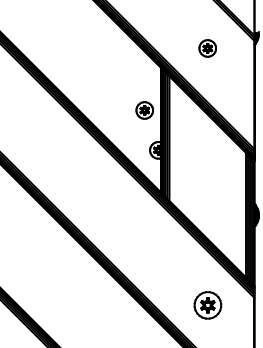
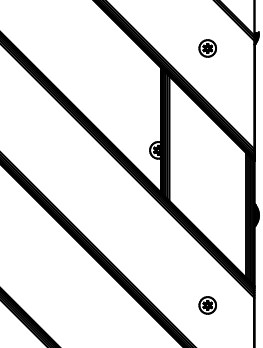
part at (144, 110): present -> none
part at (207, 305) size: 30x29 px -> 19x19 px
